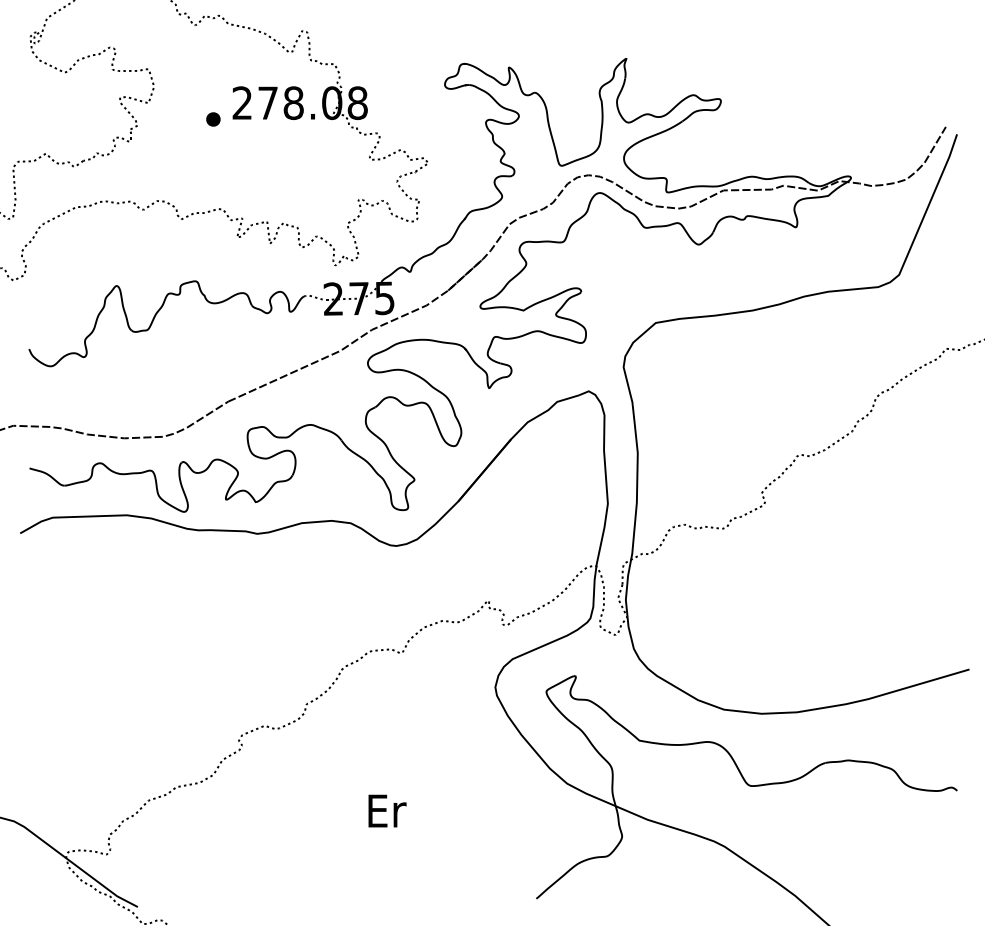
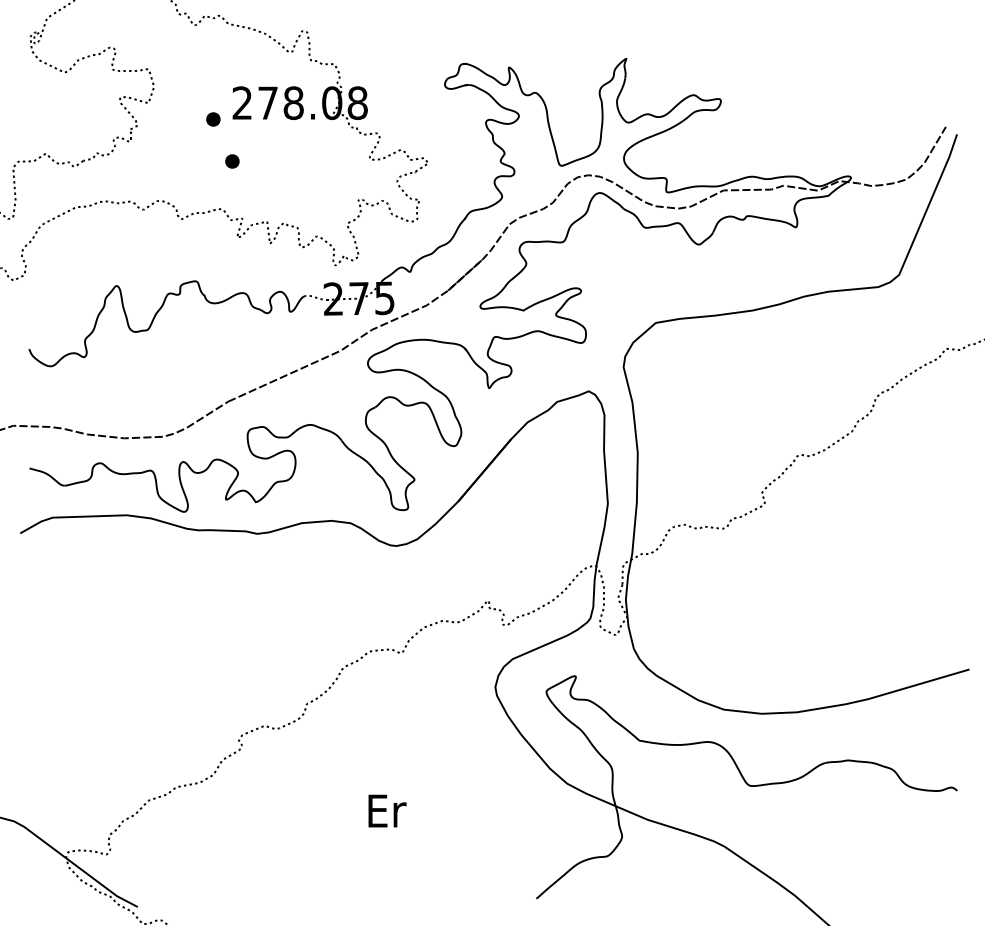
part at (232, 161): none -> present
